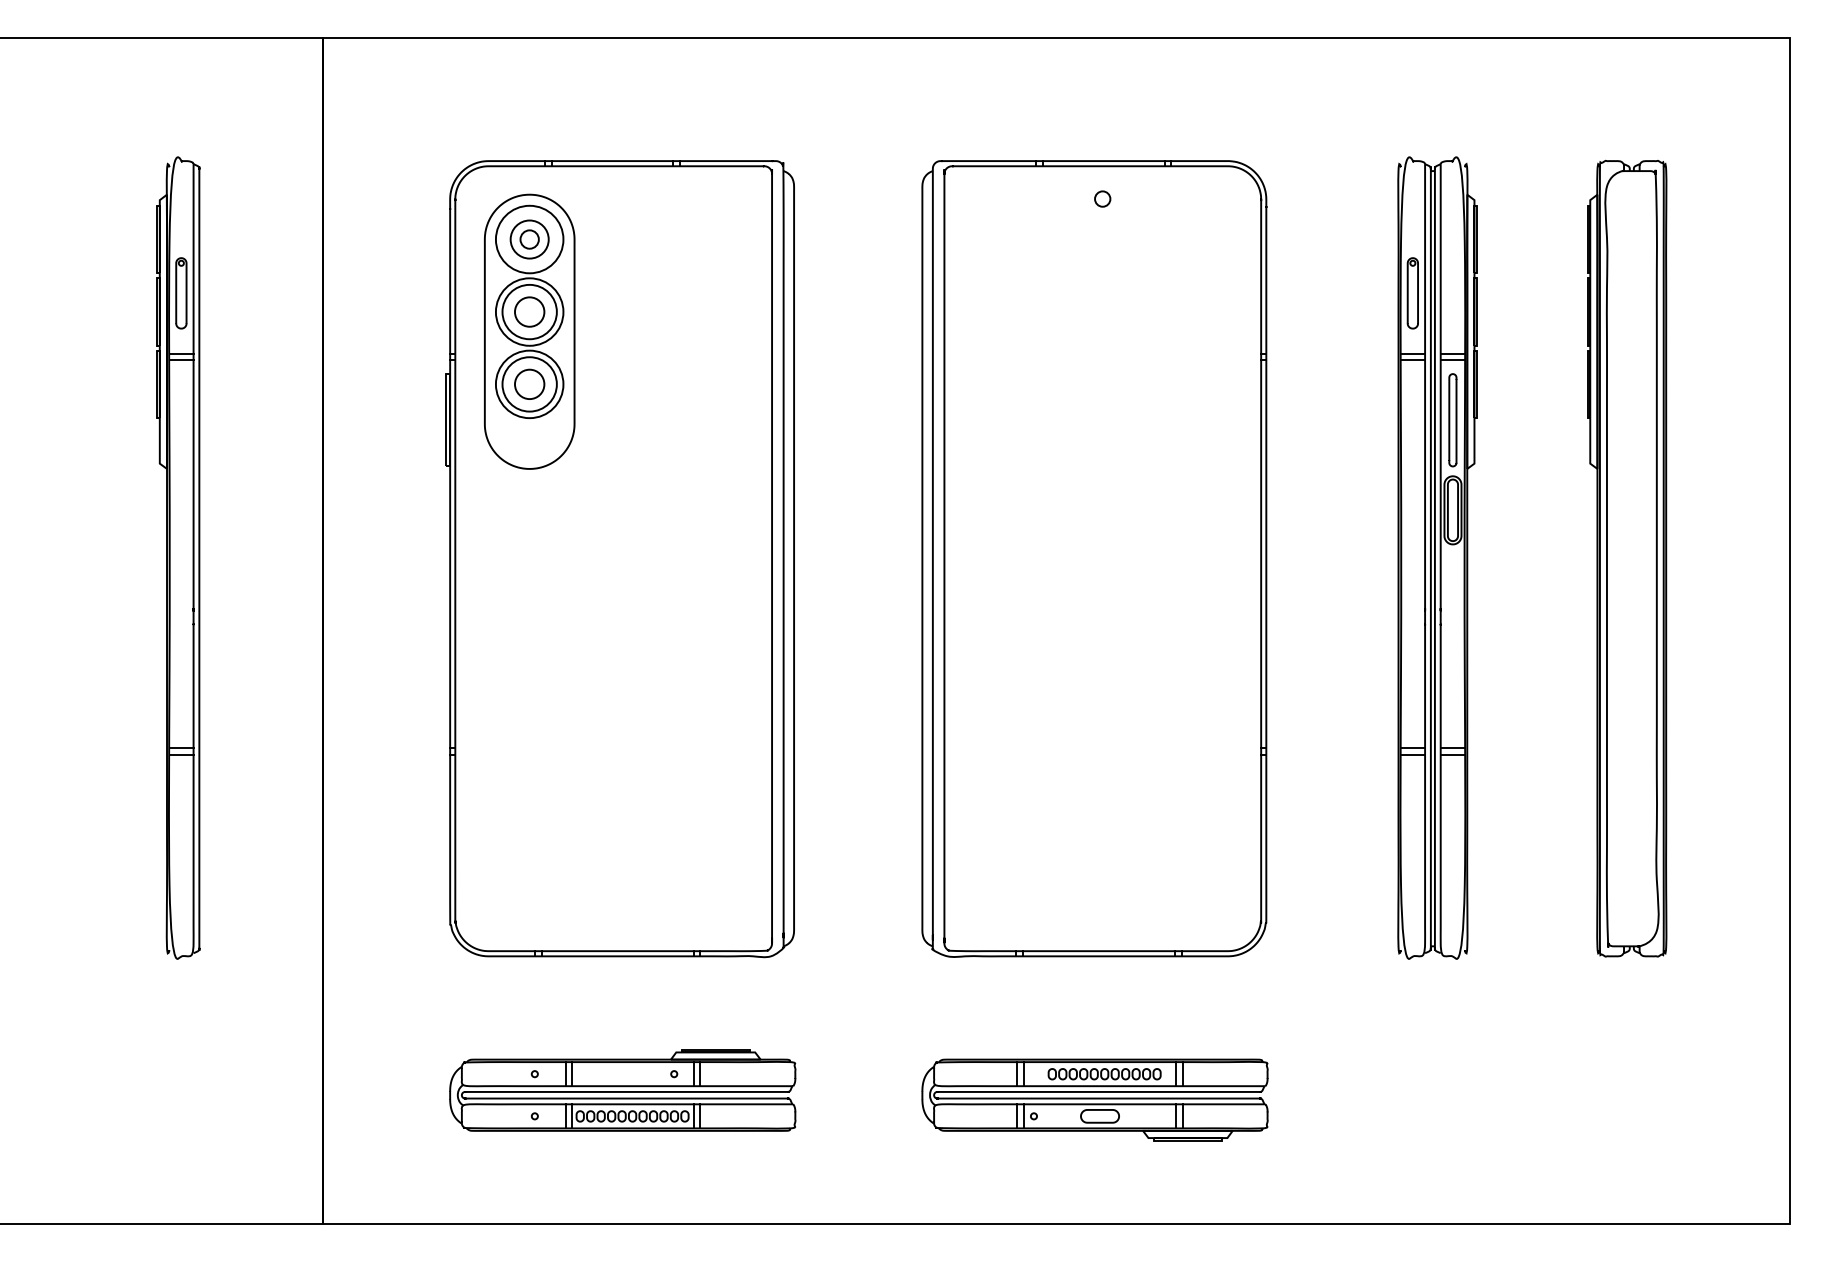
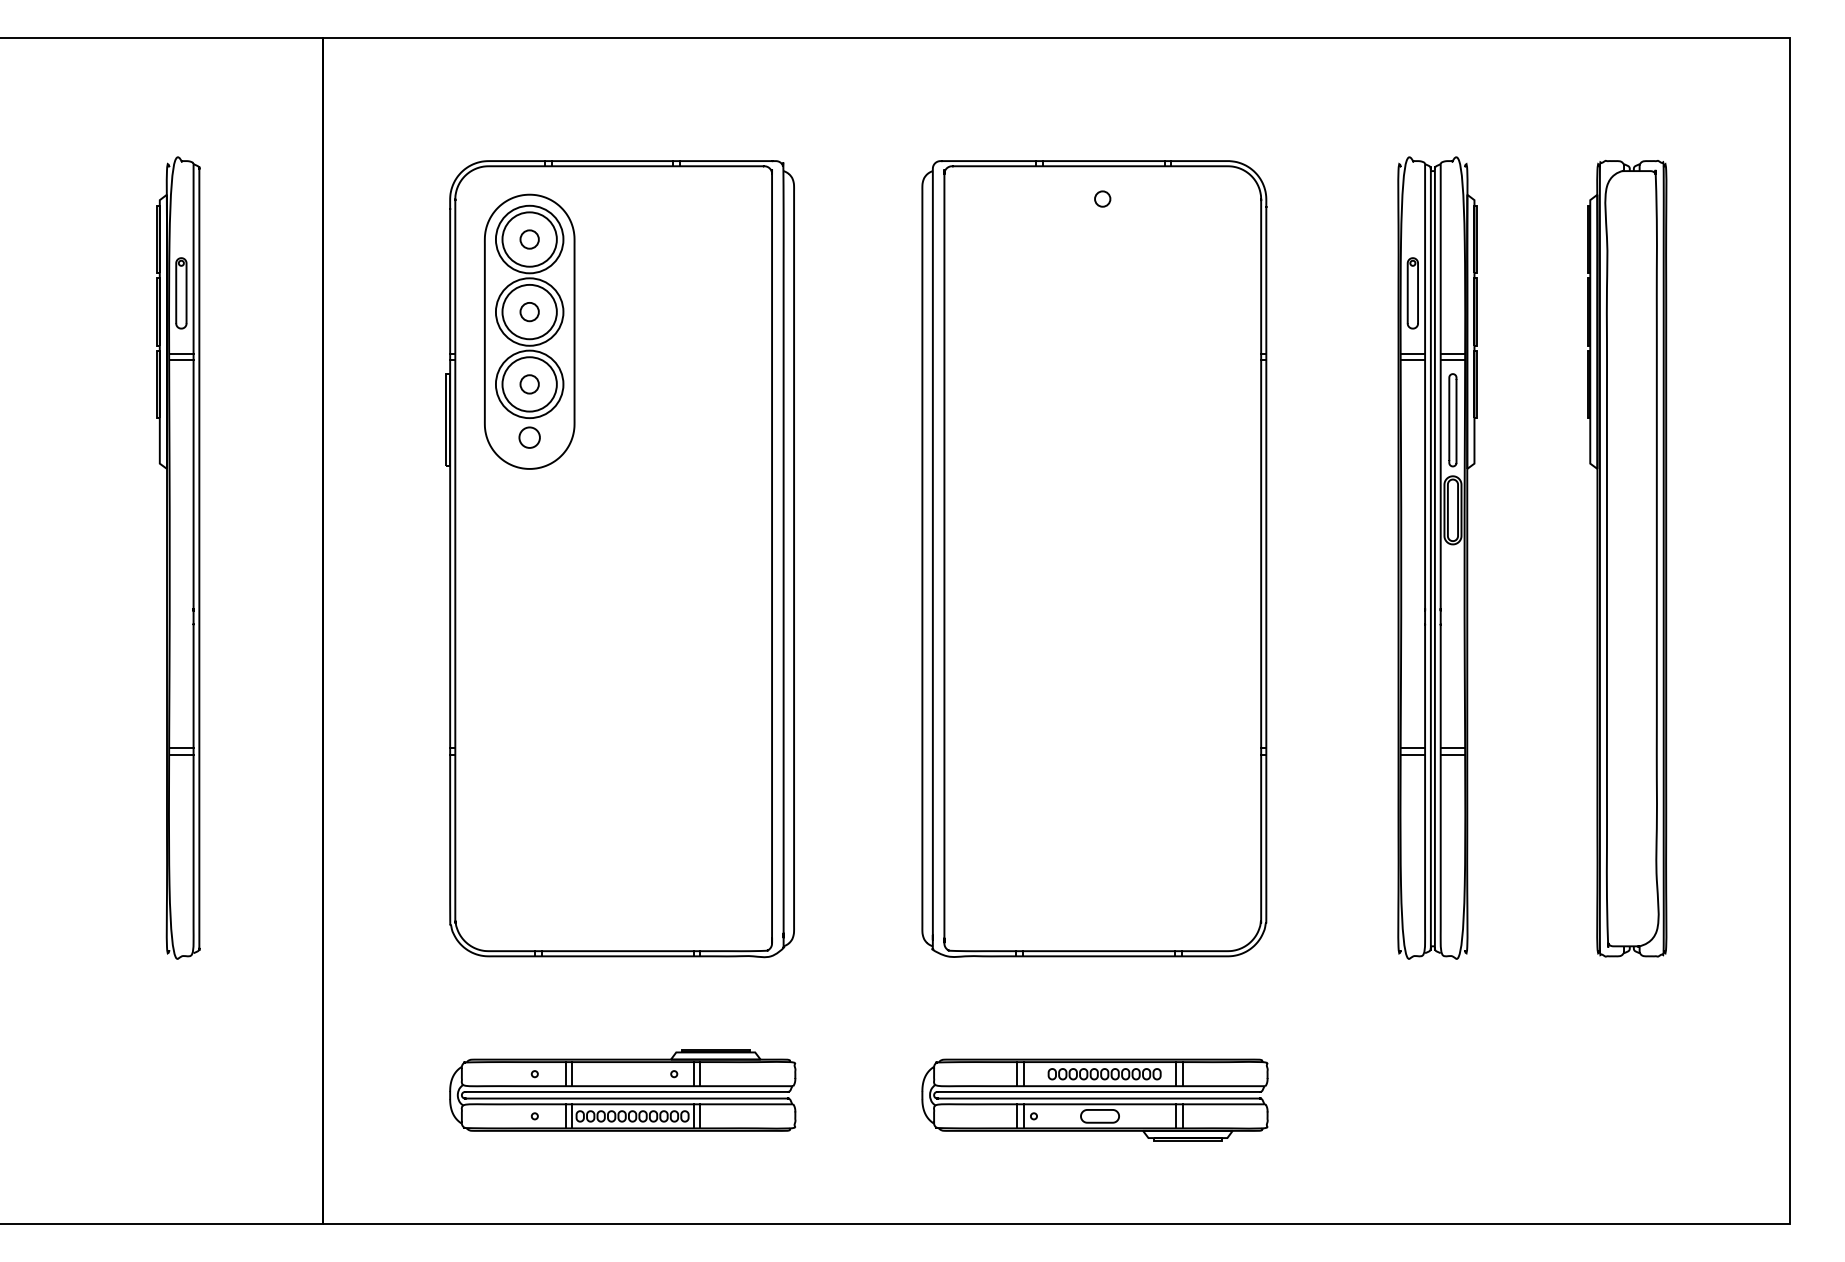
circle at (529, 239) diameter: 38 px -> 54 px
circle at (529, 311) diameter: 29 px -> 18 px
circle at (529, 384) diameter: 29 px -> 18 px
circle at (529, 437): none -> present
